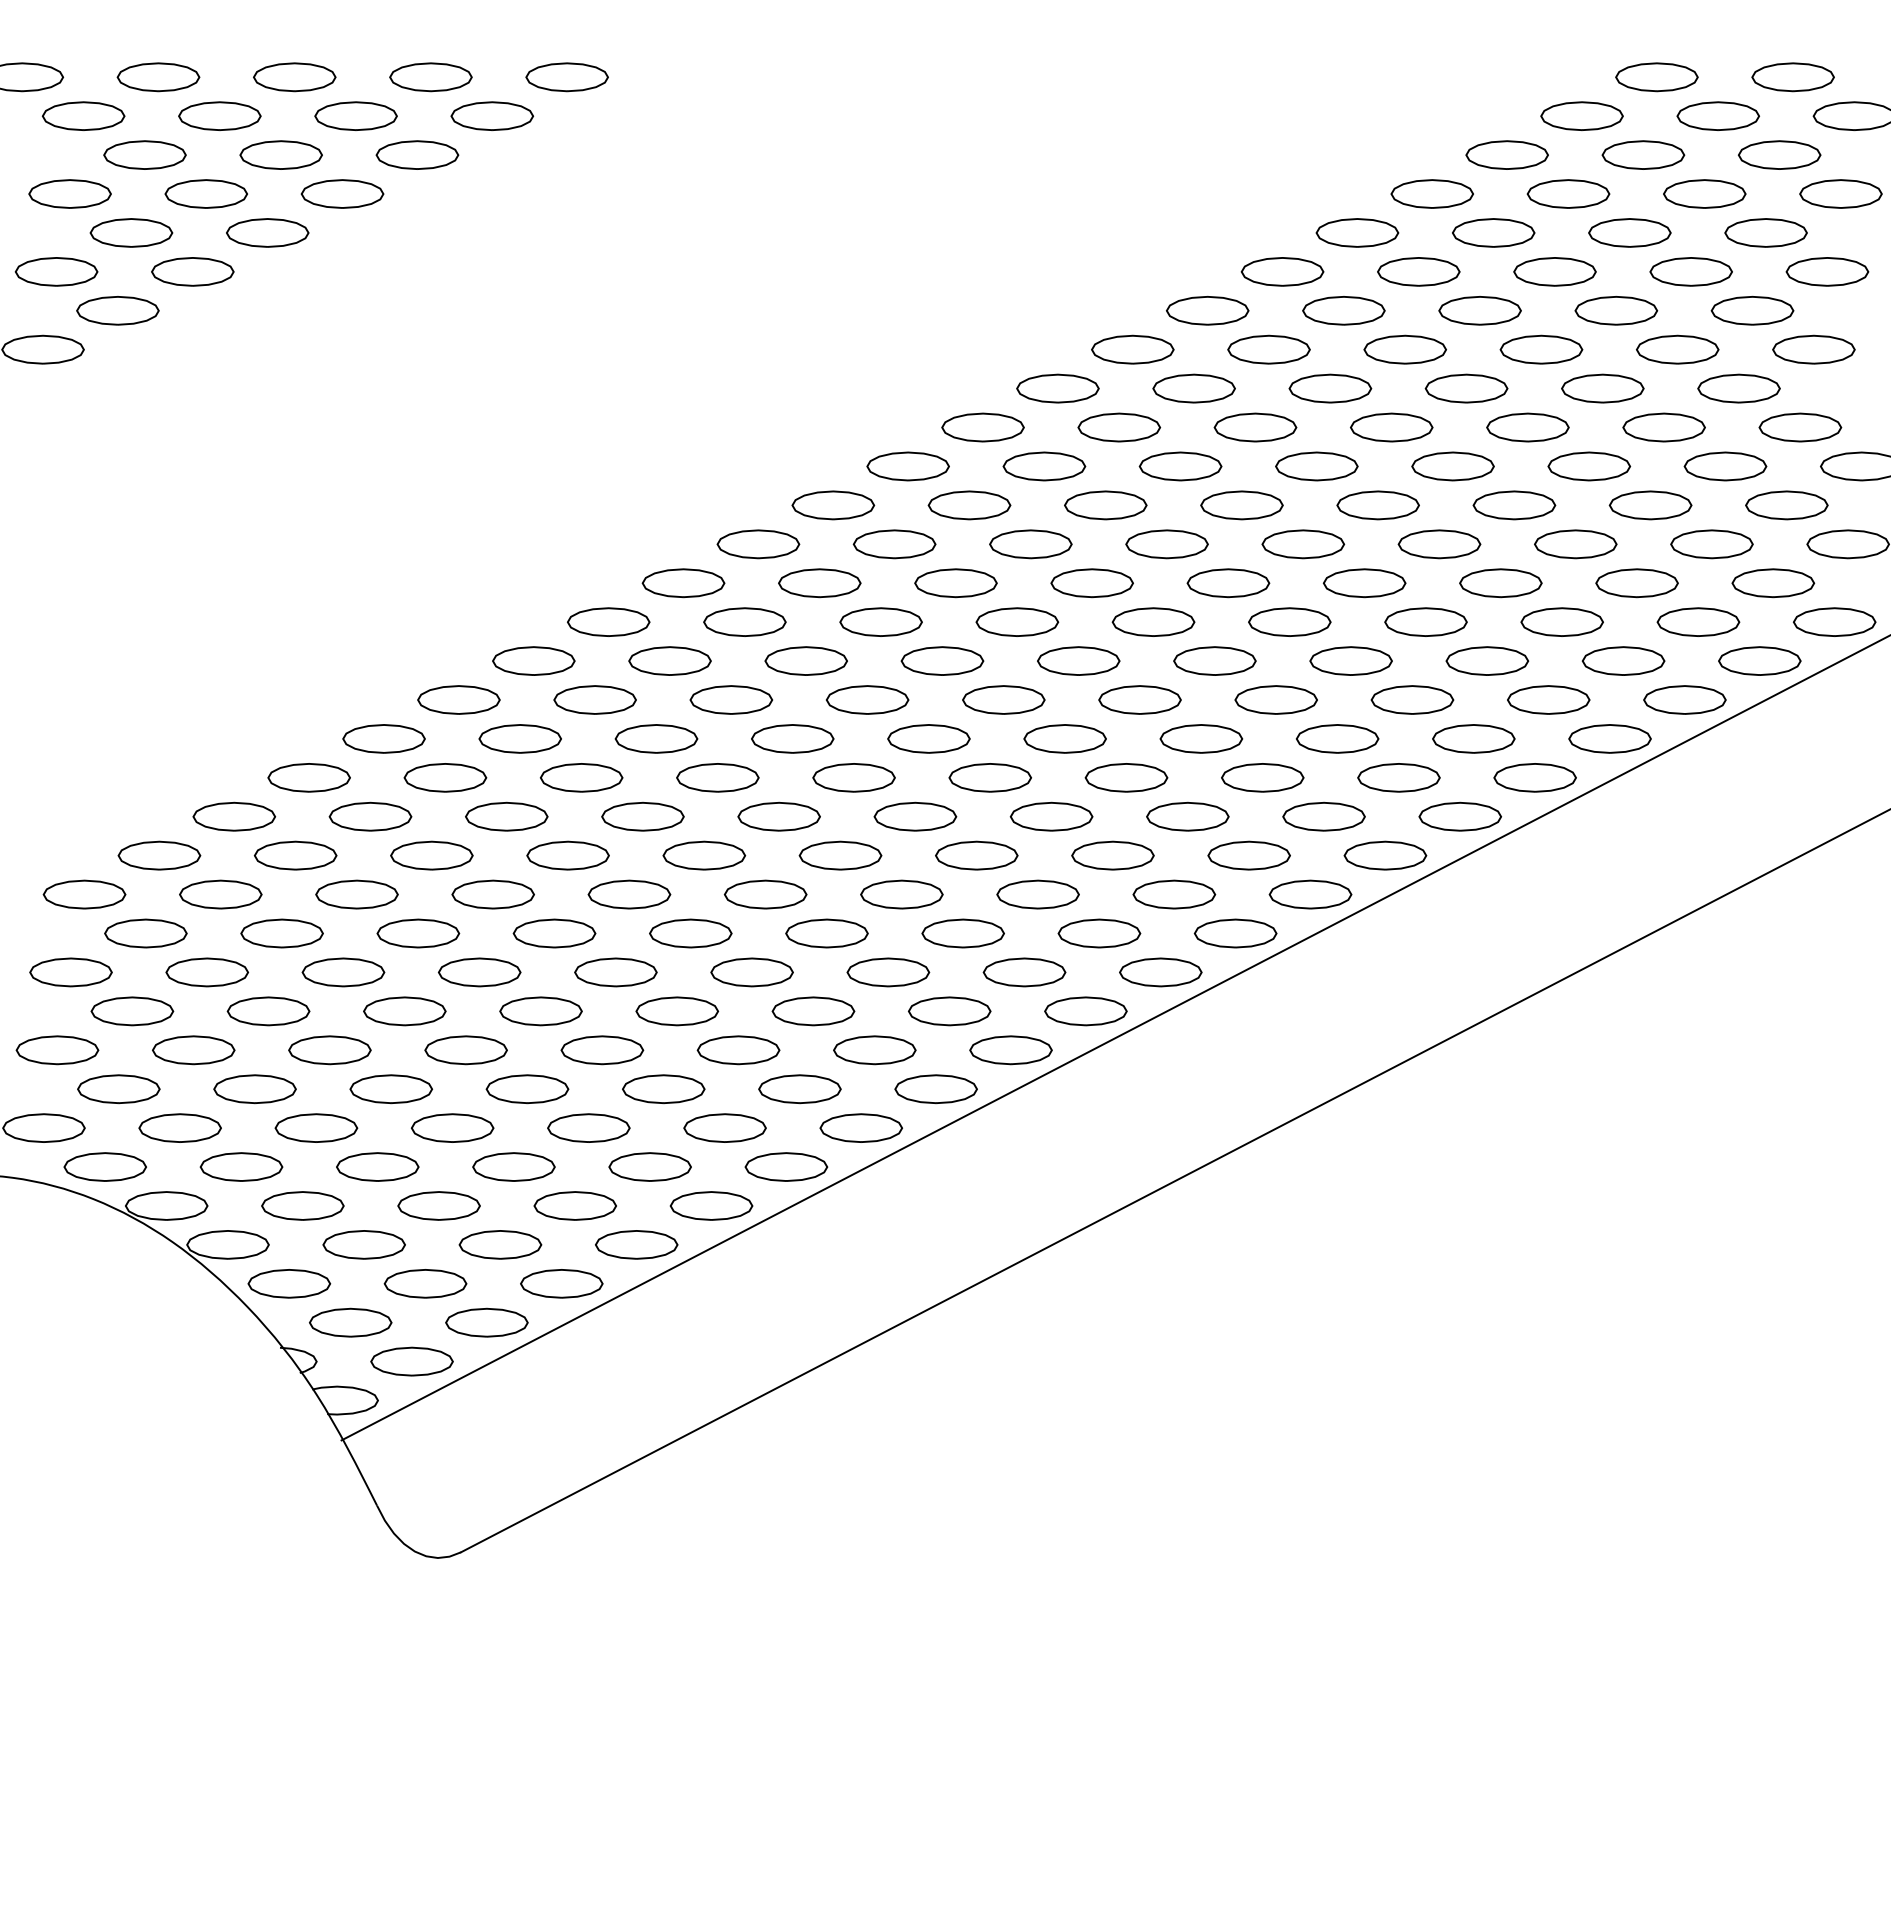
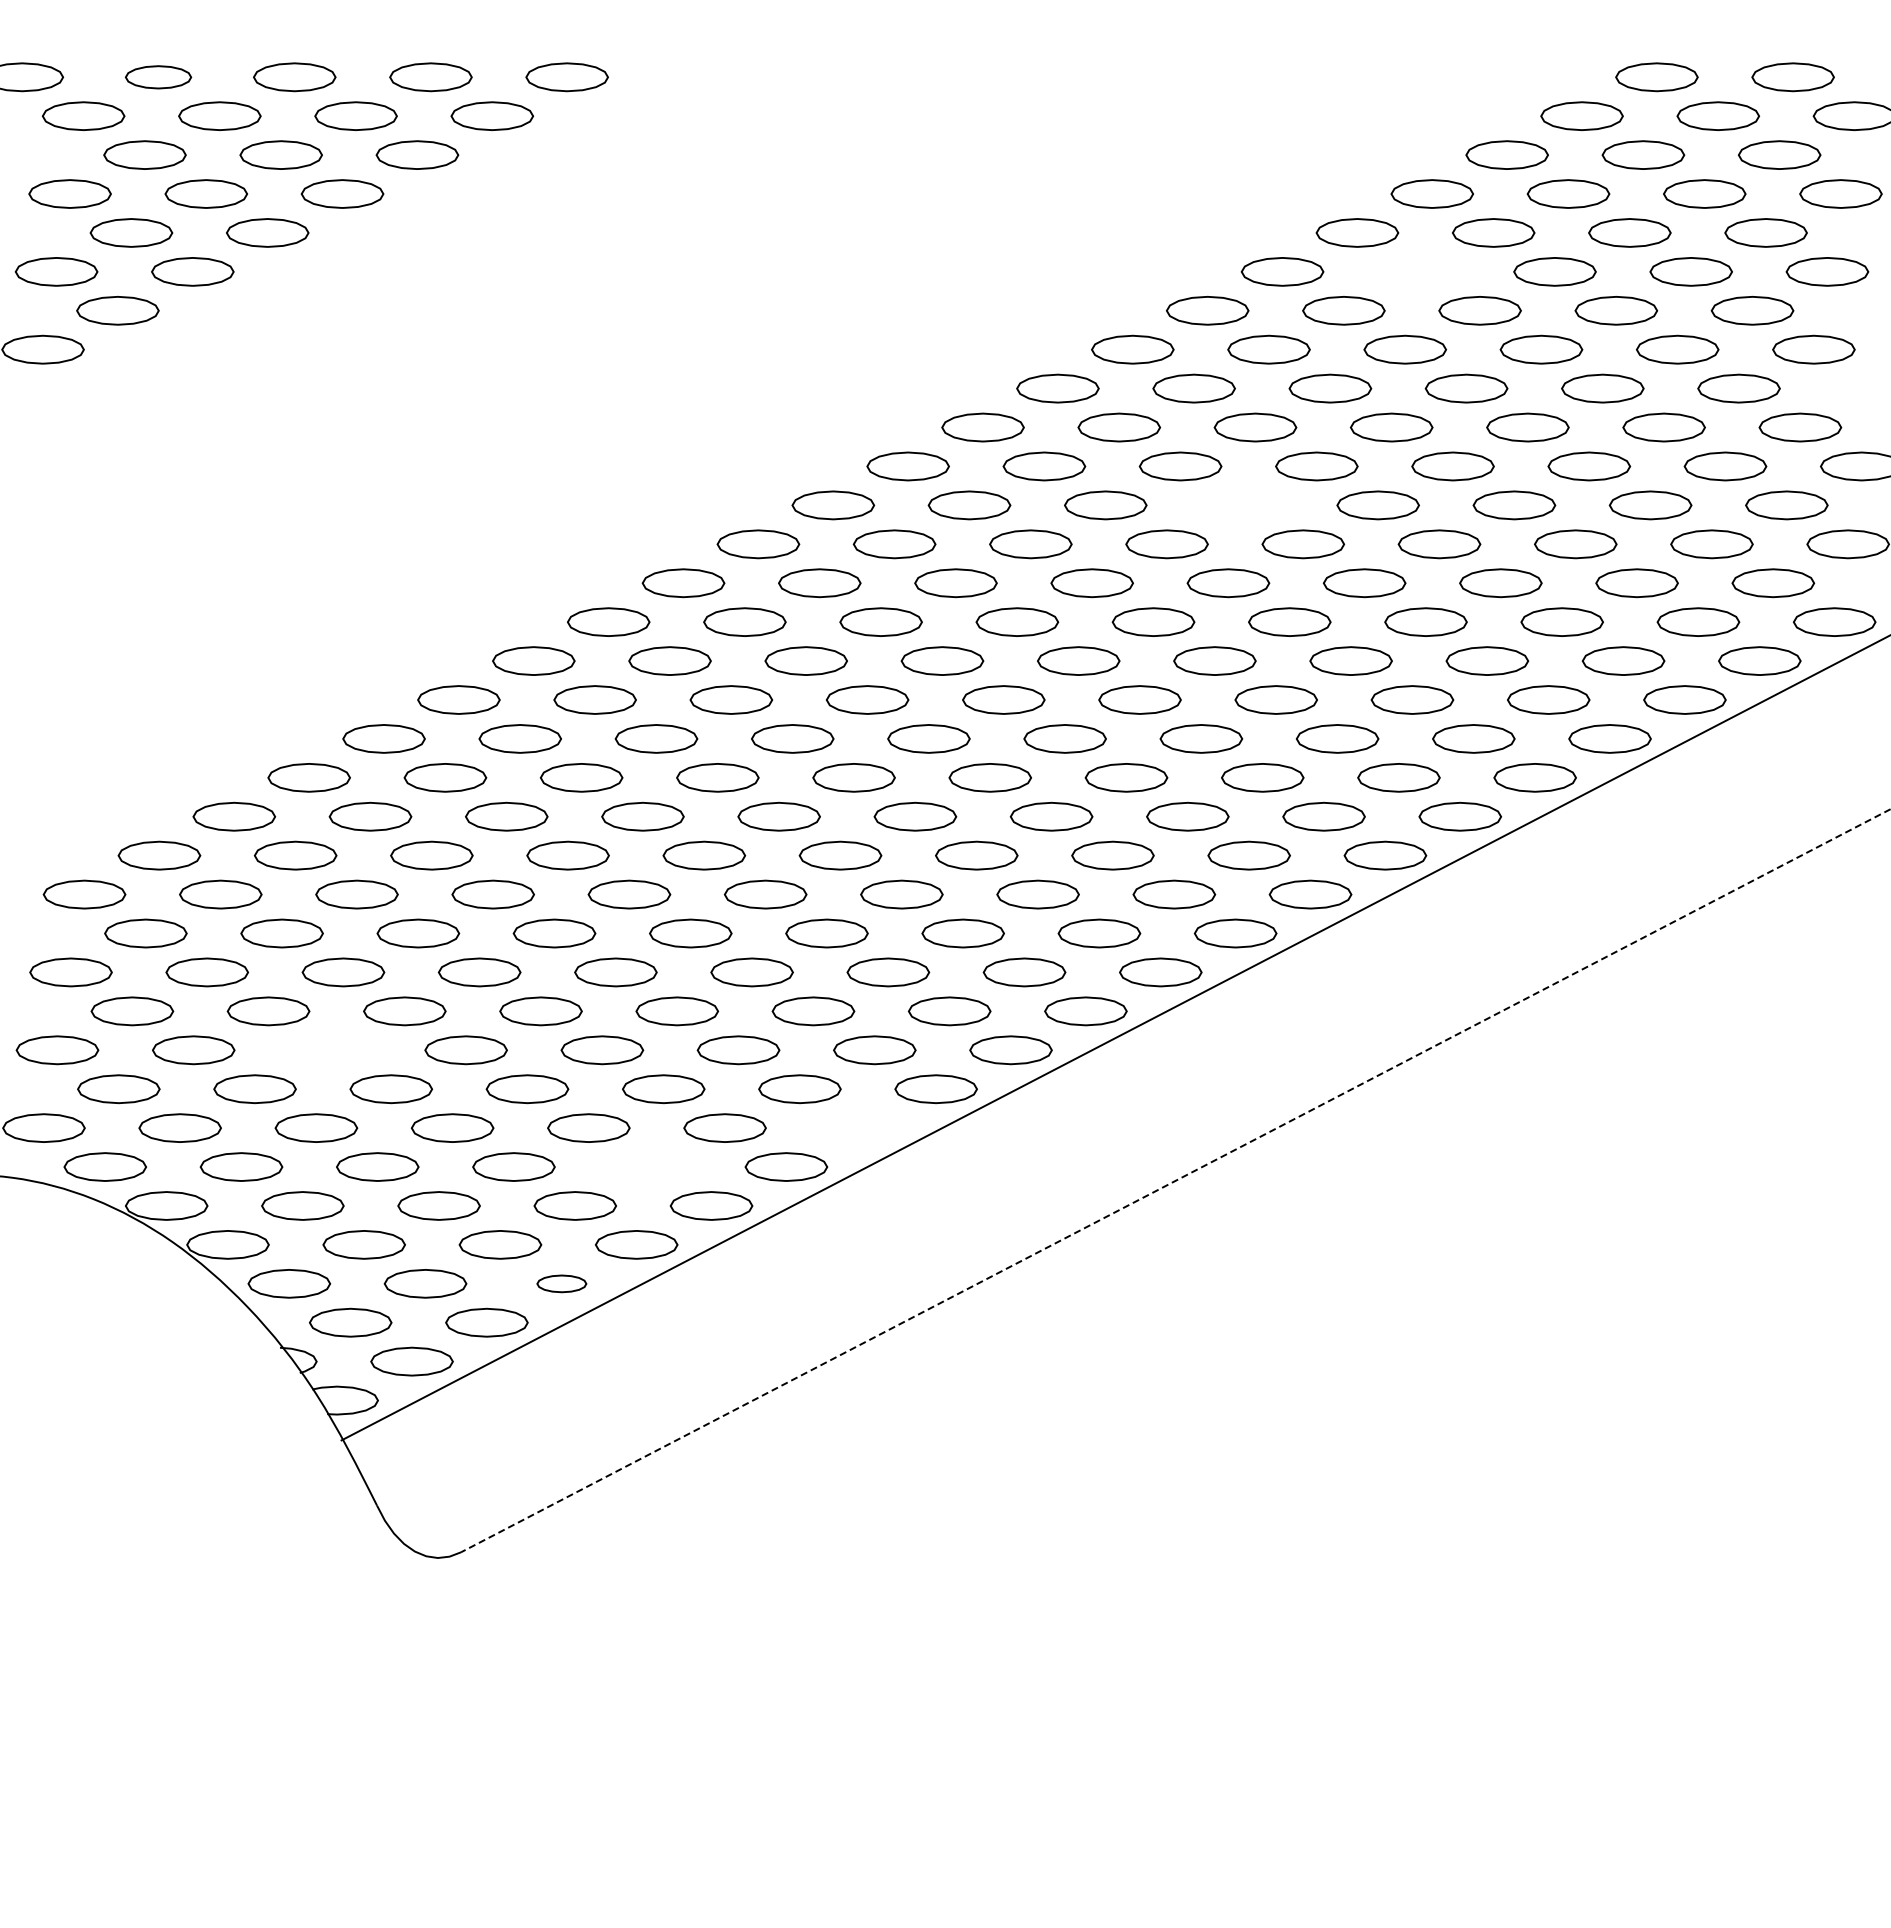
part at (158, 77) size: 85x31 px -> 69x25 px
part at (1418, 271): present -> none
part at (1241, 505): present -> none
part at (329, 1050): present -> none
part at (860, 1127): present -> none
part at (649, 1166): present -> none
line at (1175, 1181): solid -> dashed
part at (561, 1283) size: 84x30 px -> 52x20 px
